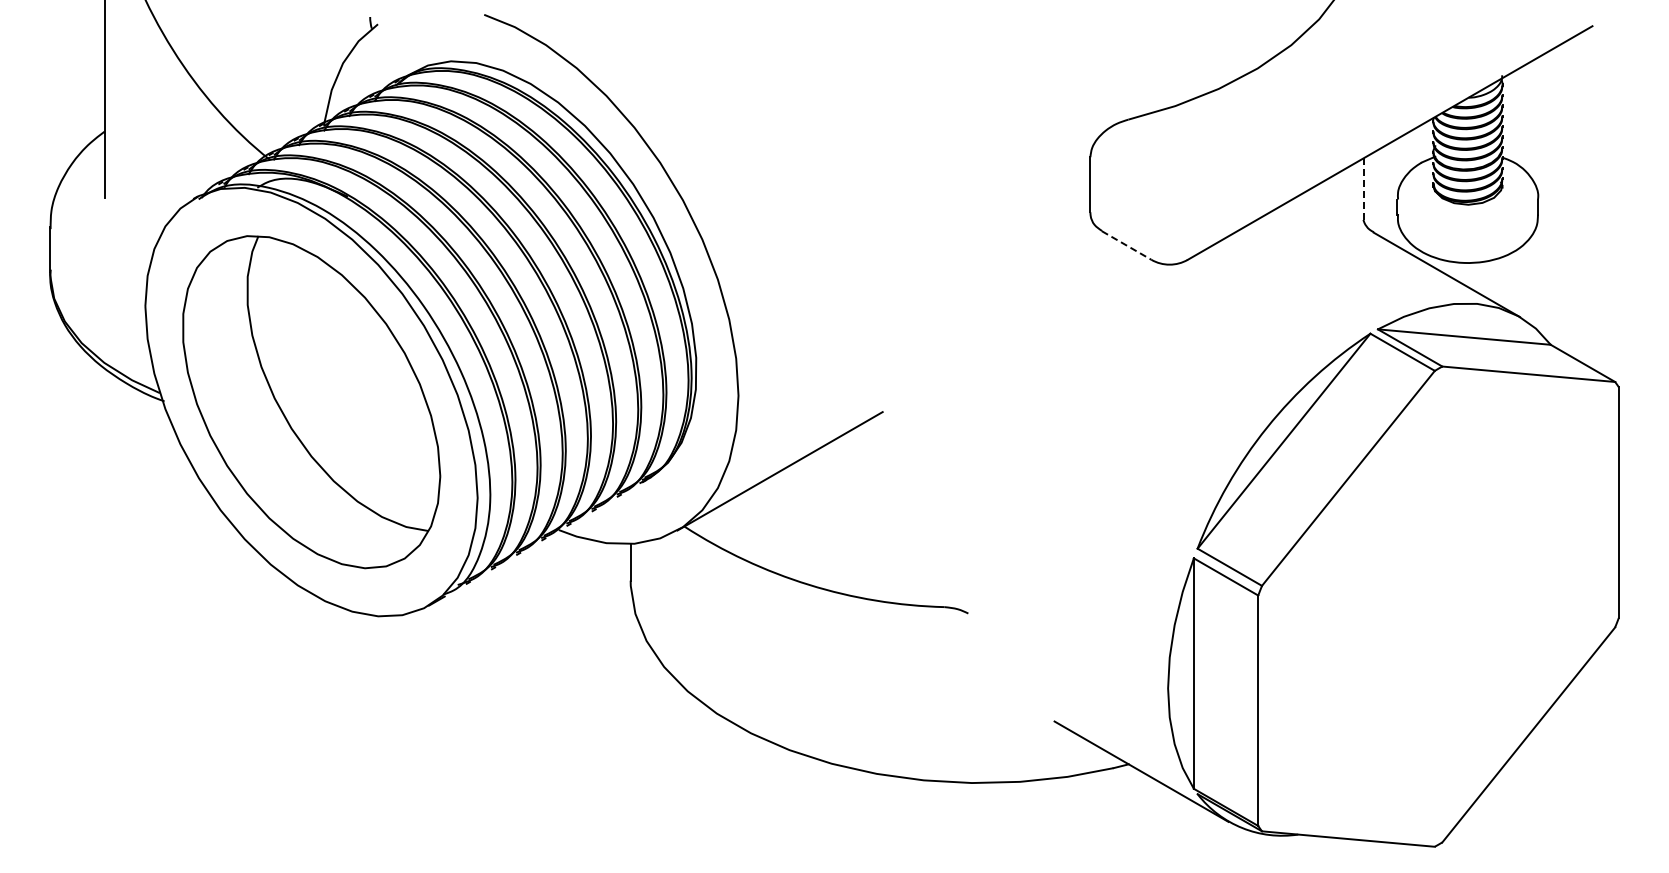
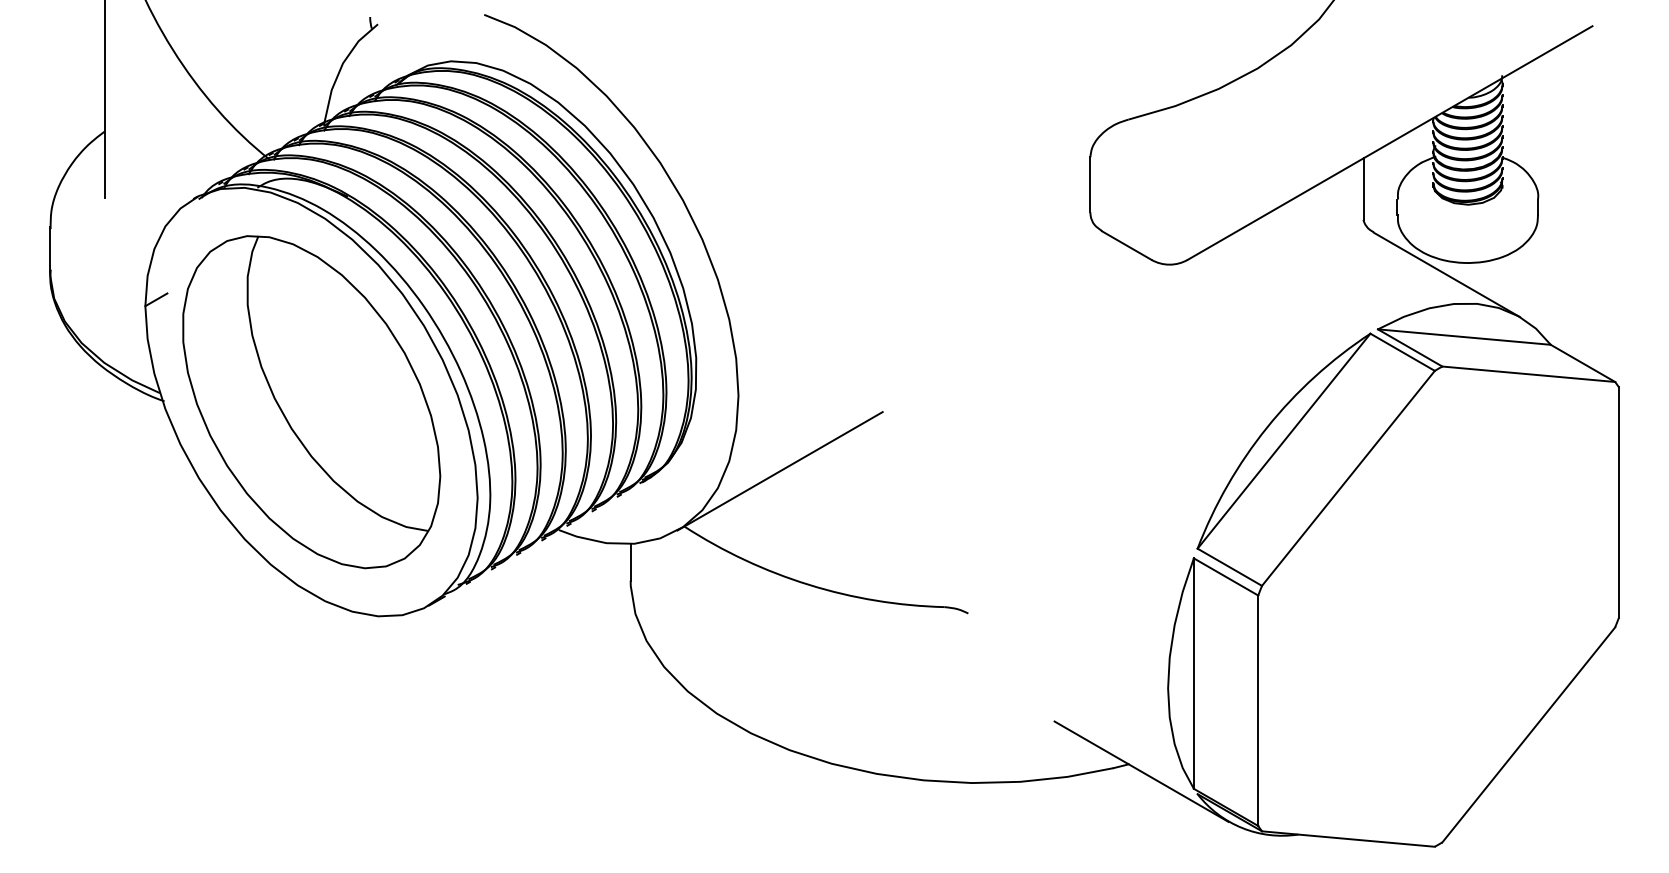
line at (1363, 188): dashed -> solid
line at (1126, 245): dashed -> solid
line at (156, 299): none -> present
